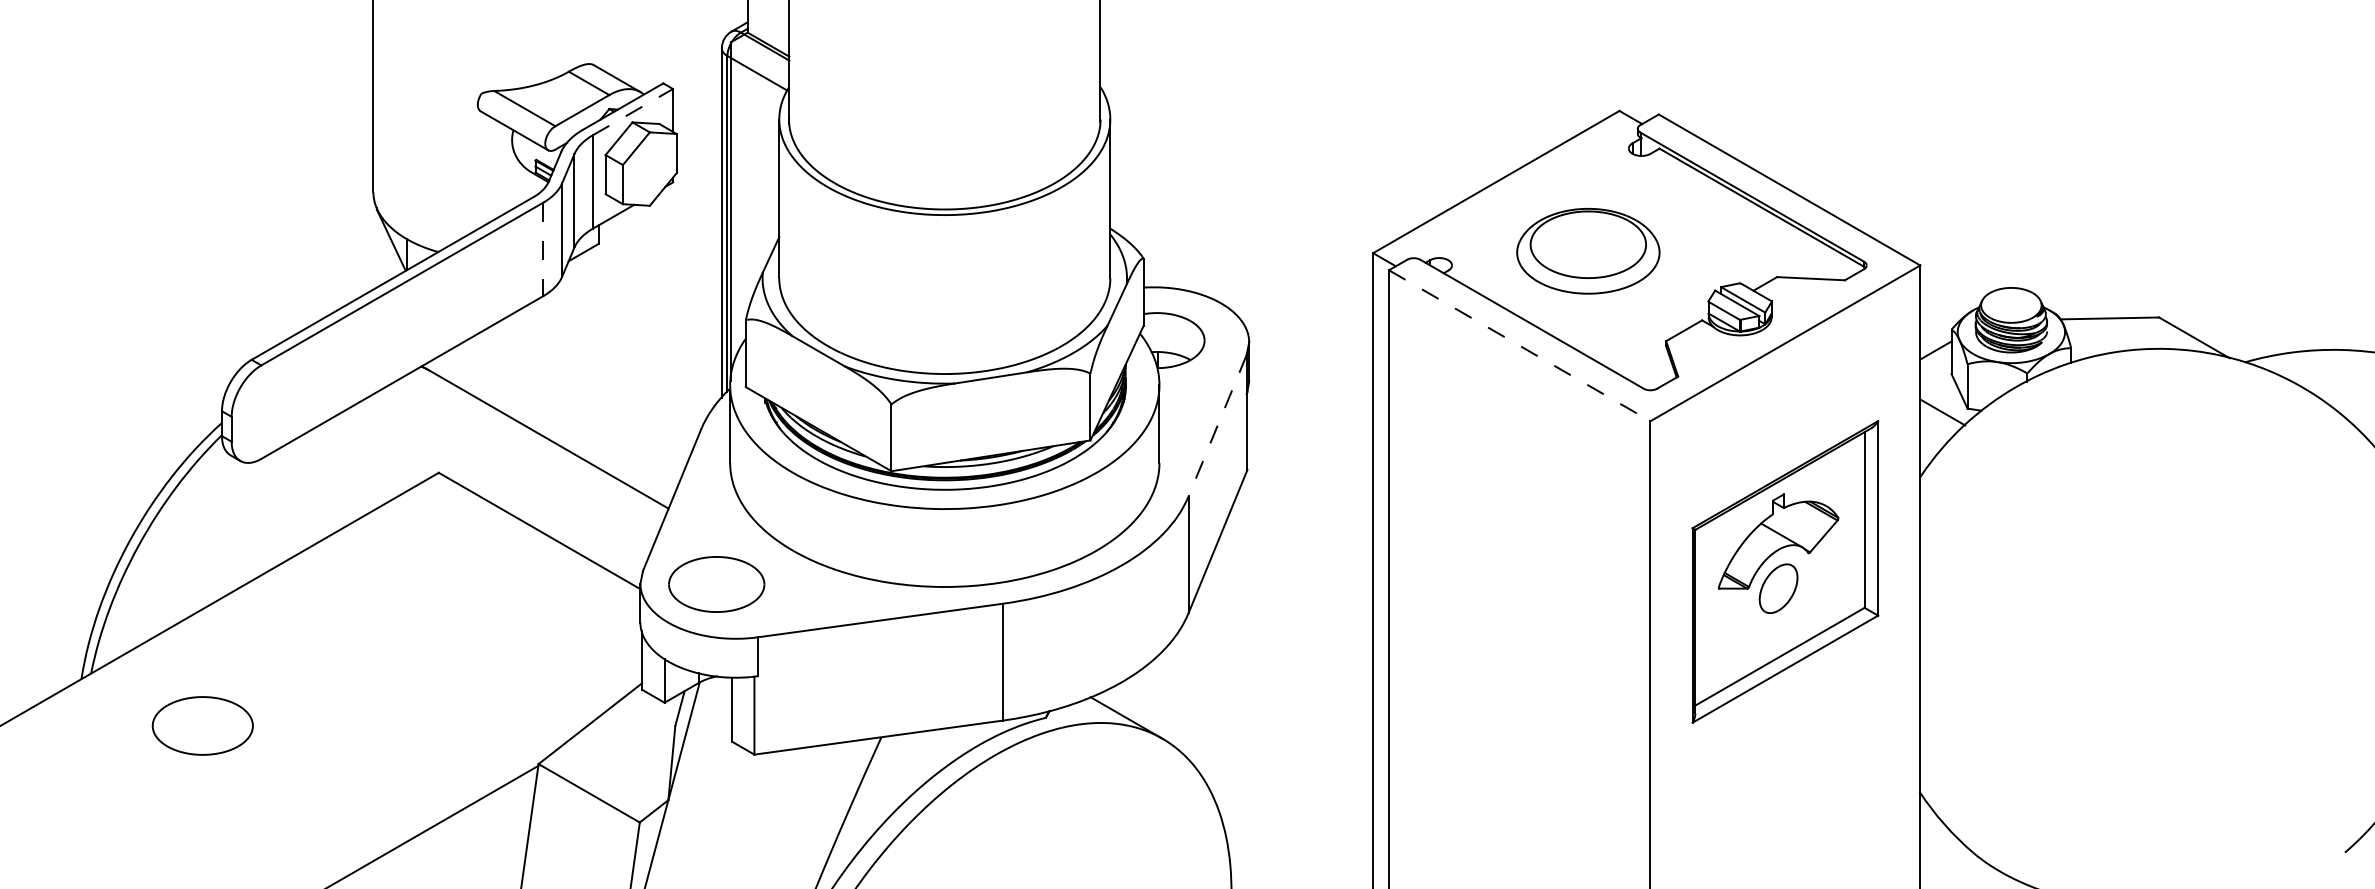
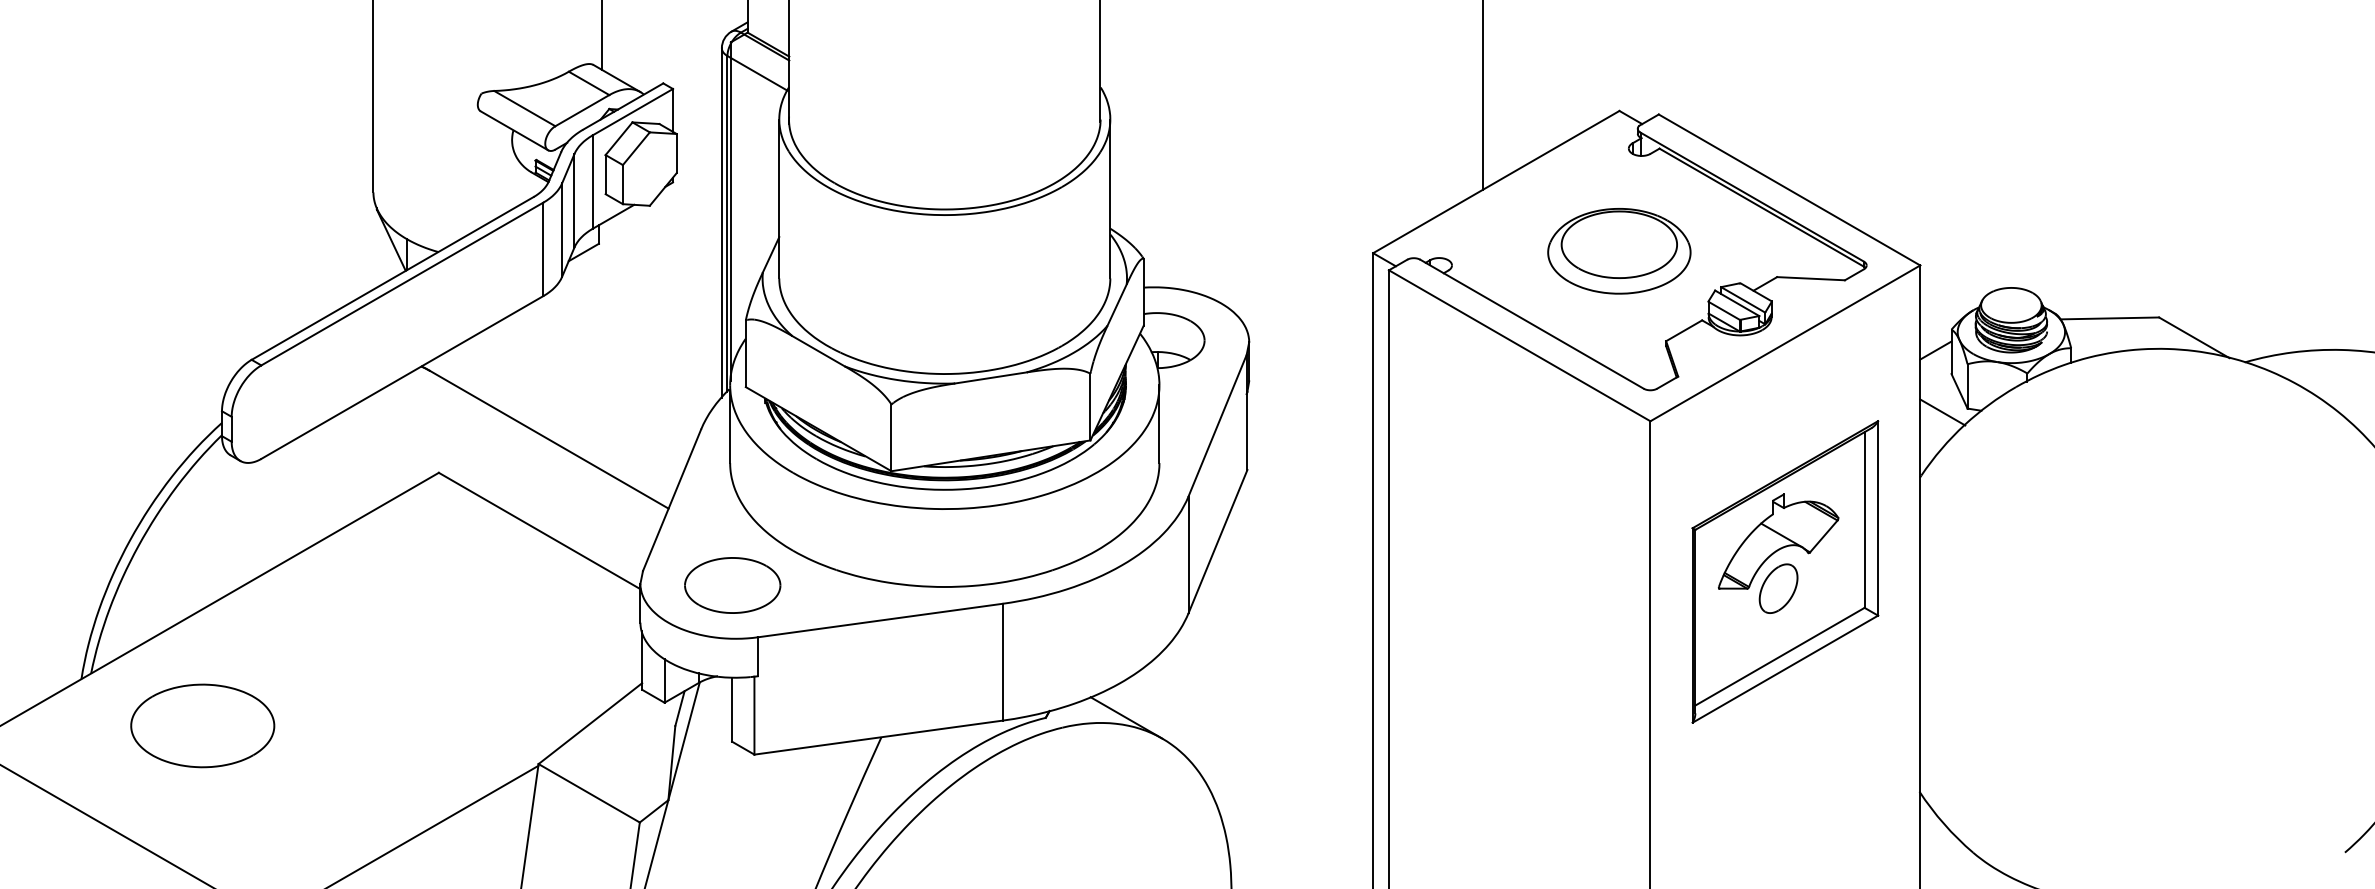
line at (602, 36): none -> present
line at (1482, 95): none -> present
line at (633, 111): dashed -> solid
line at (543, 249): dashed -> solid
part at (1588, 251) position: (1588, 251) -> (1619, 251)
line at (1519, 345): dashed -> solid
line at (1217, 426): dashed -> solid
part at (716, 584) position: (716, 584) -> (732, 585)
part at (202, 725) size: 103x60 px -> 146x86 px
line at (105, 825): none -> present
